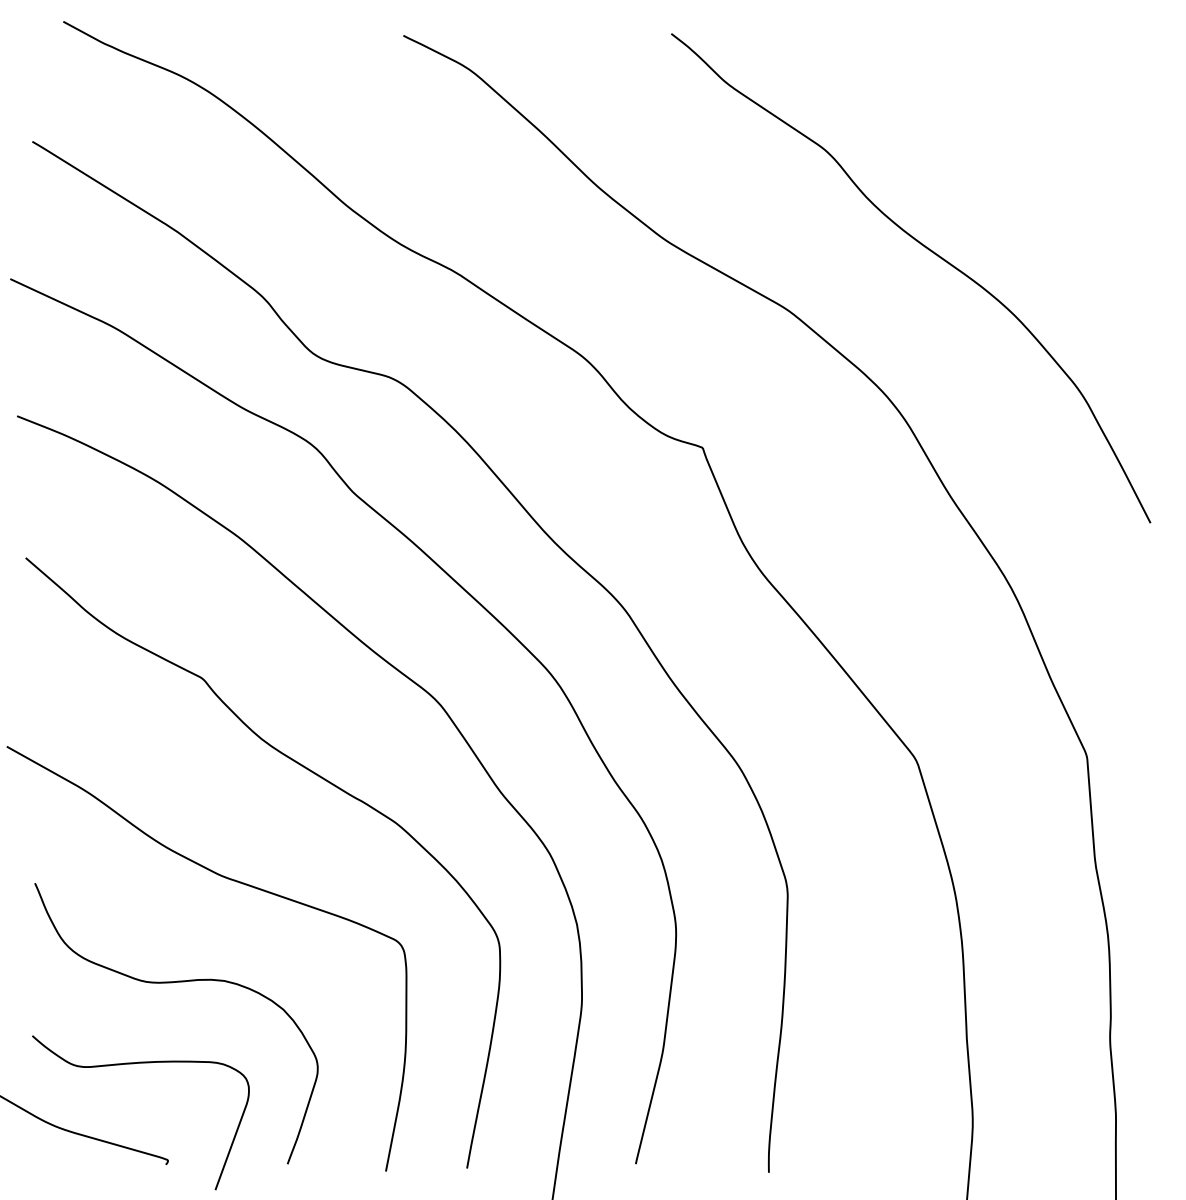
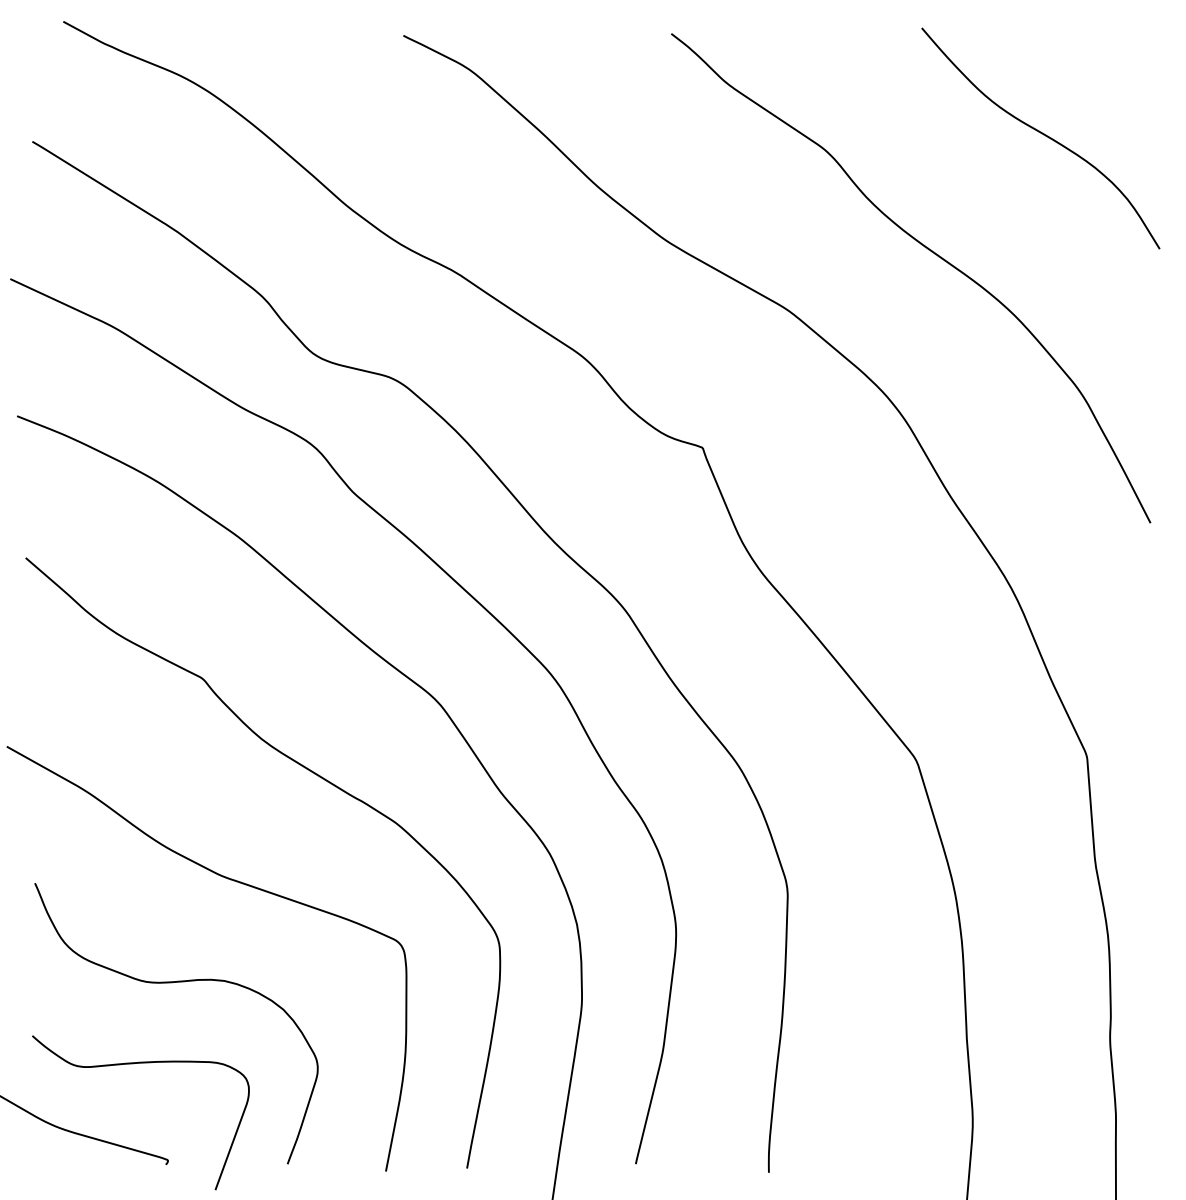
curve at (1043, 135): none -> present
